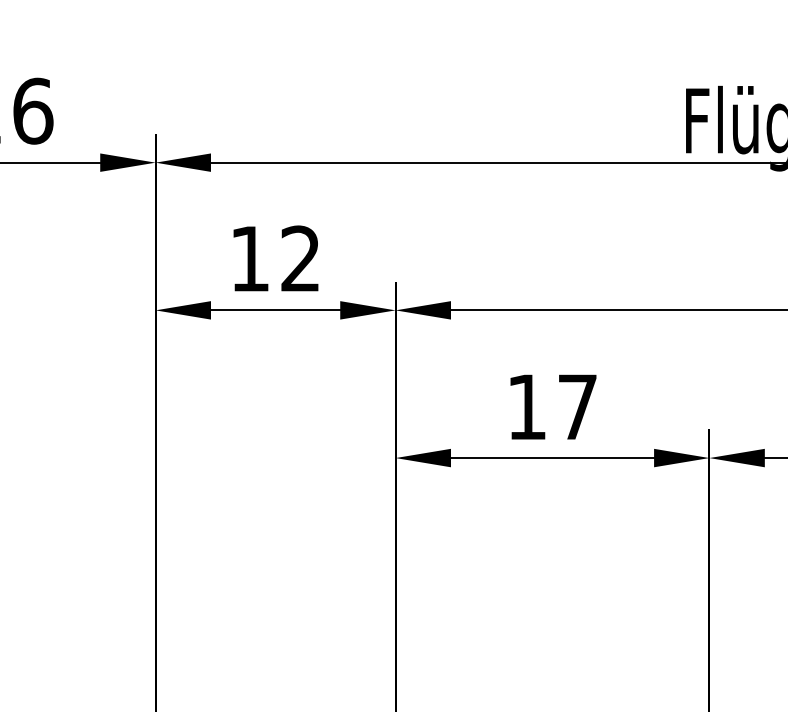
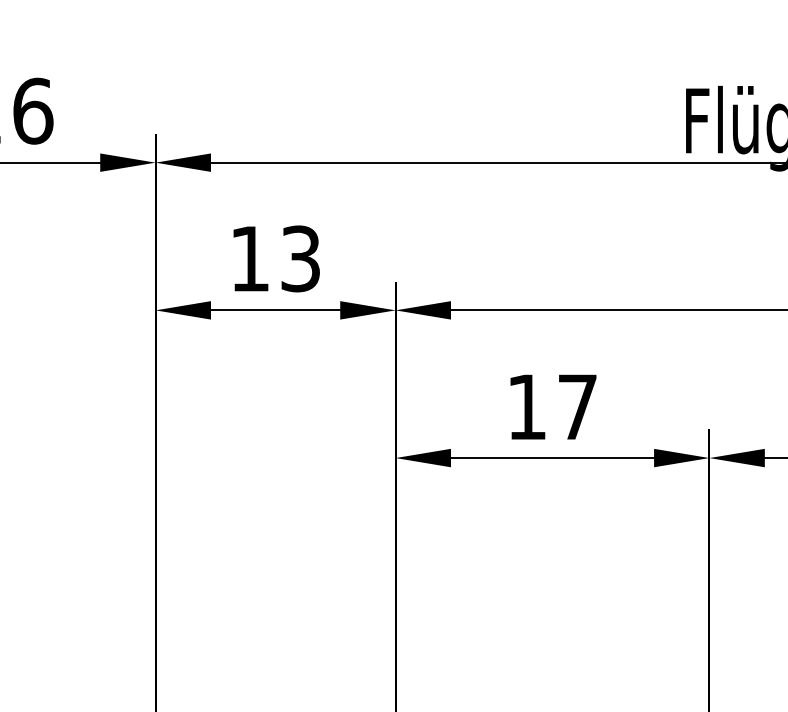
text at (300, 258): 12 -> 13
